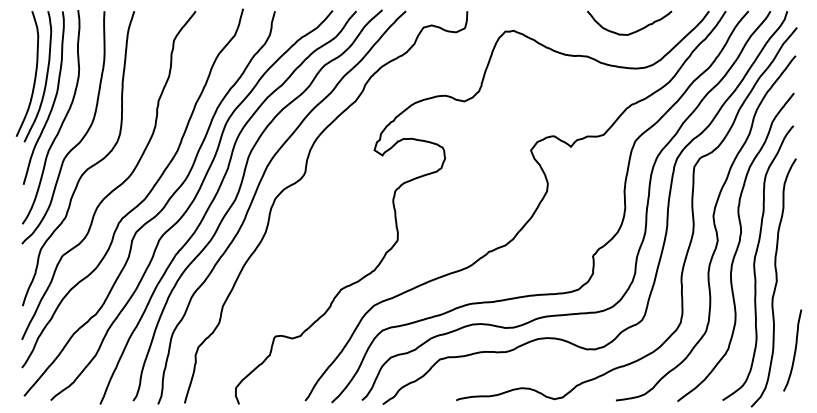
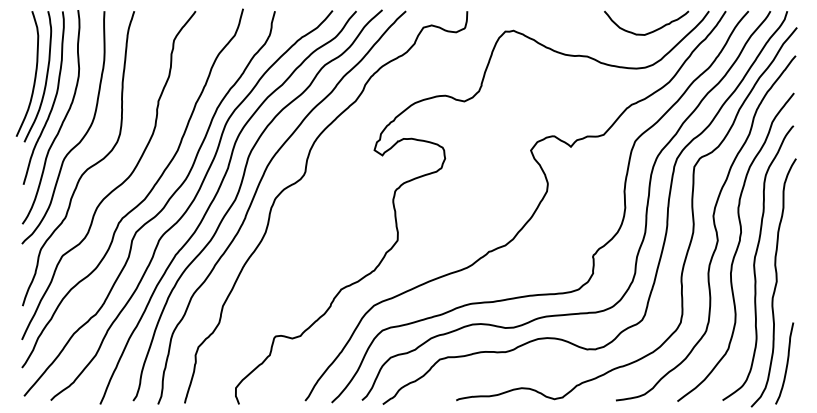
curve at (633, 31) position: (633, 31) -> (650, 31)
curve at (794, 350) position: (794, 350) -> (786, 363)
